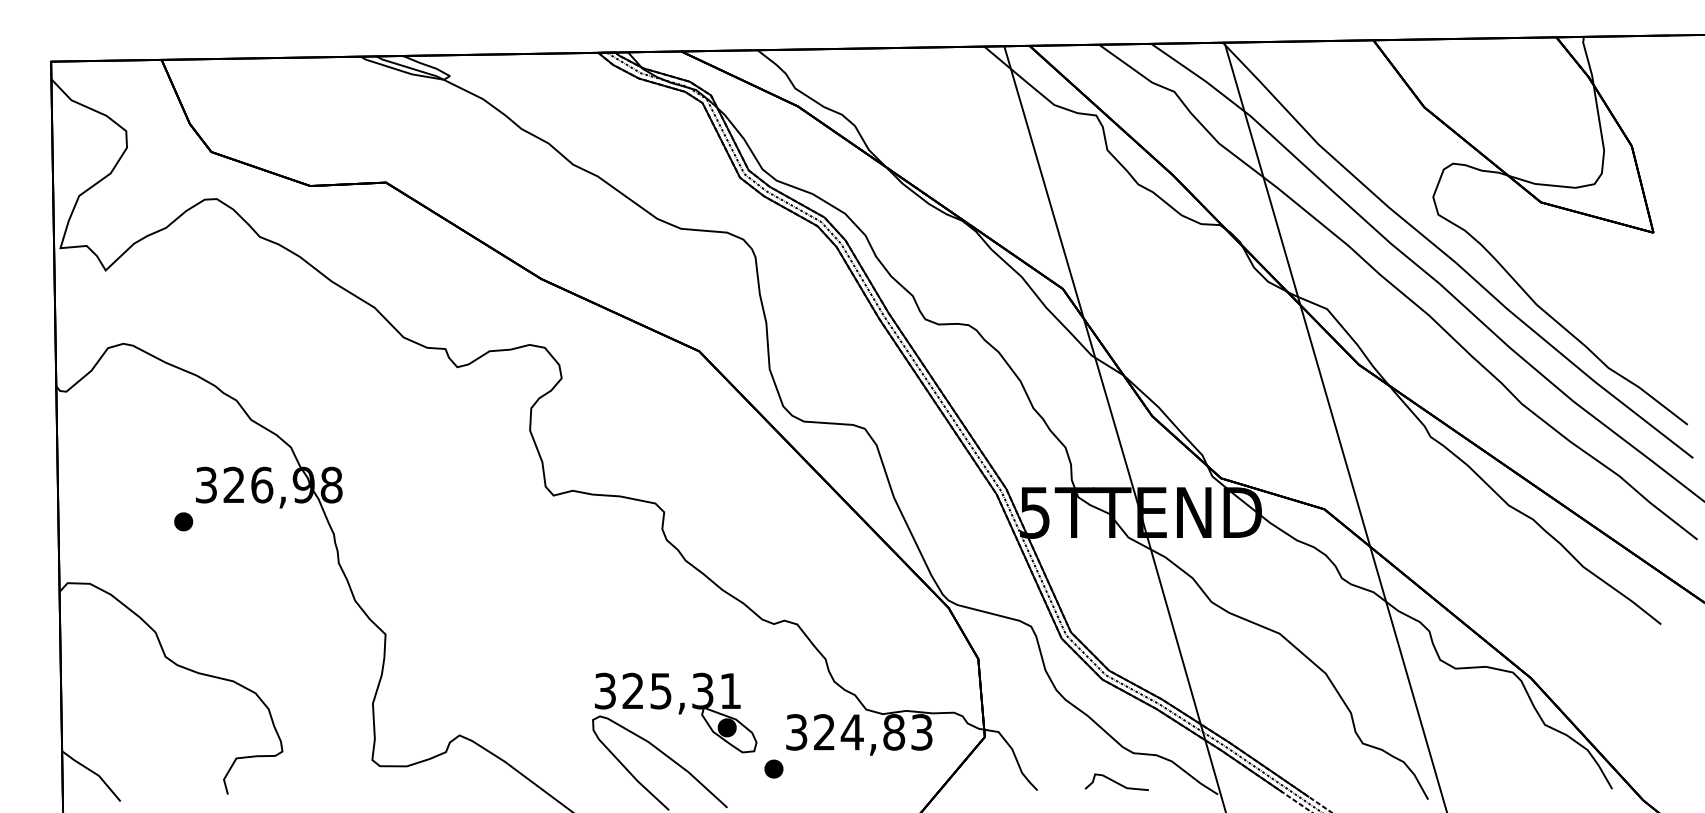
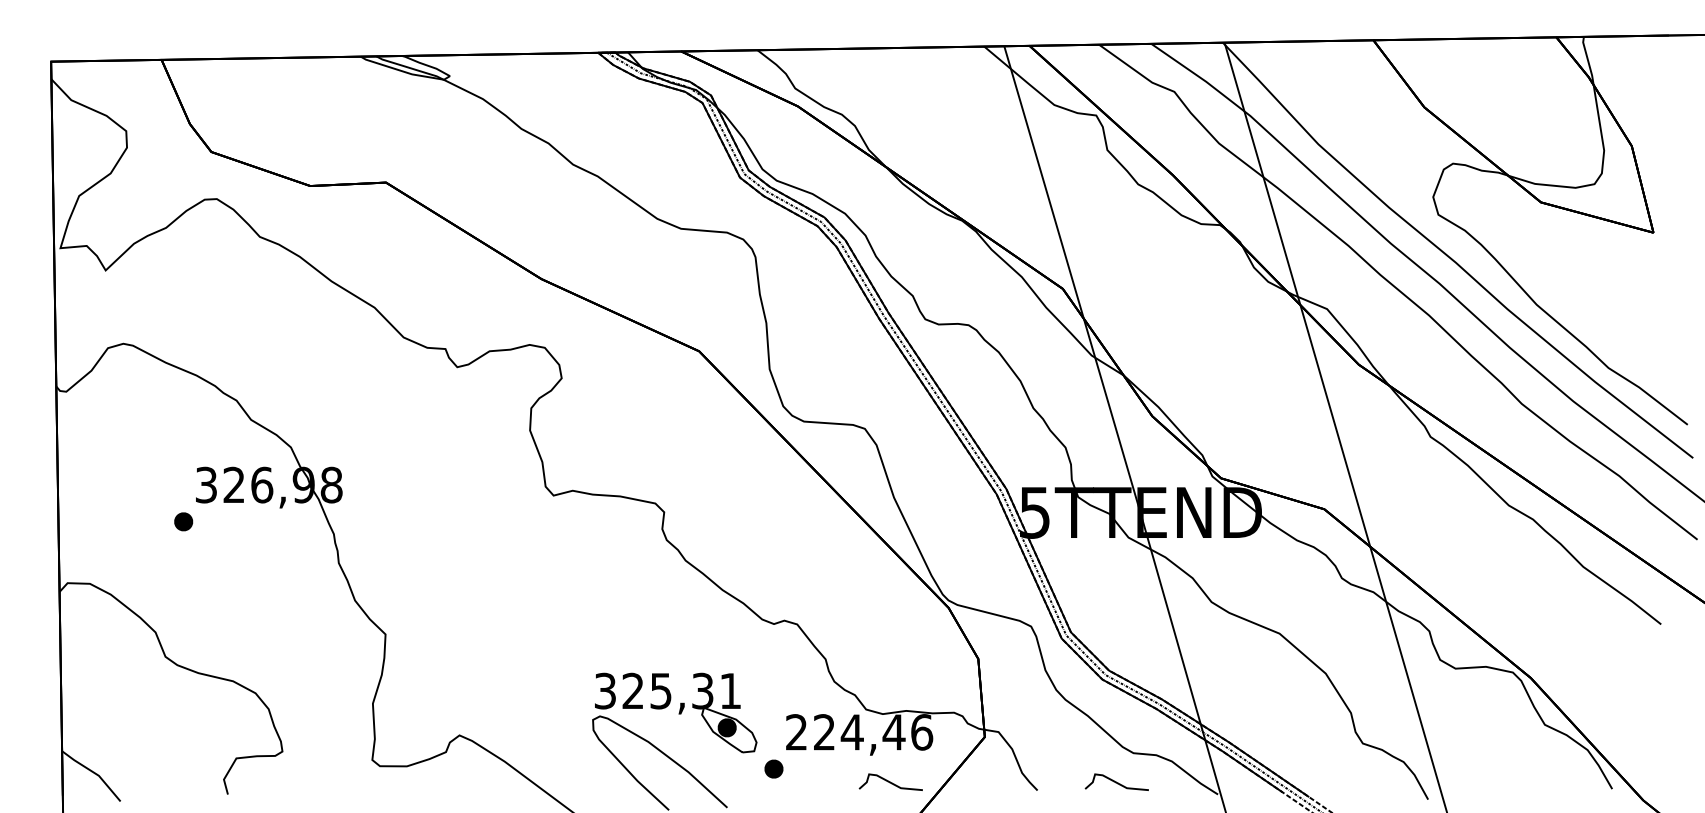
text at (859, 732): 324,83 -> 224,46
curve at (890, 781): none -> present
